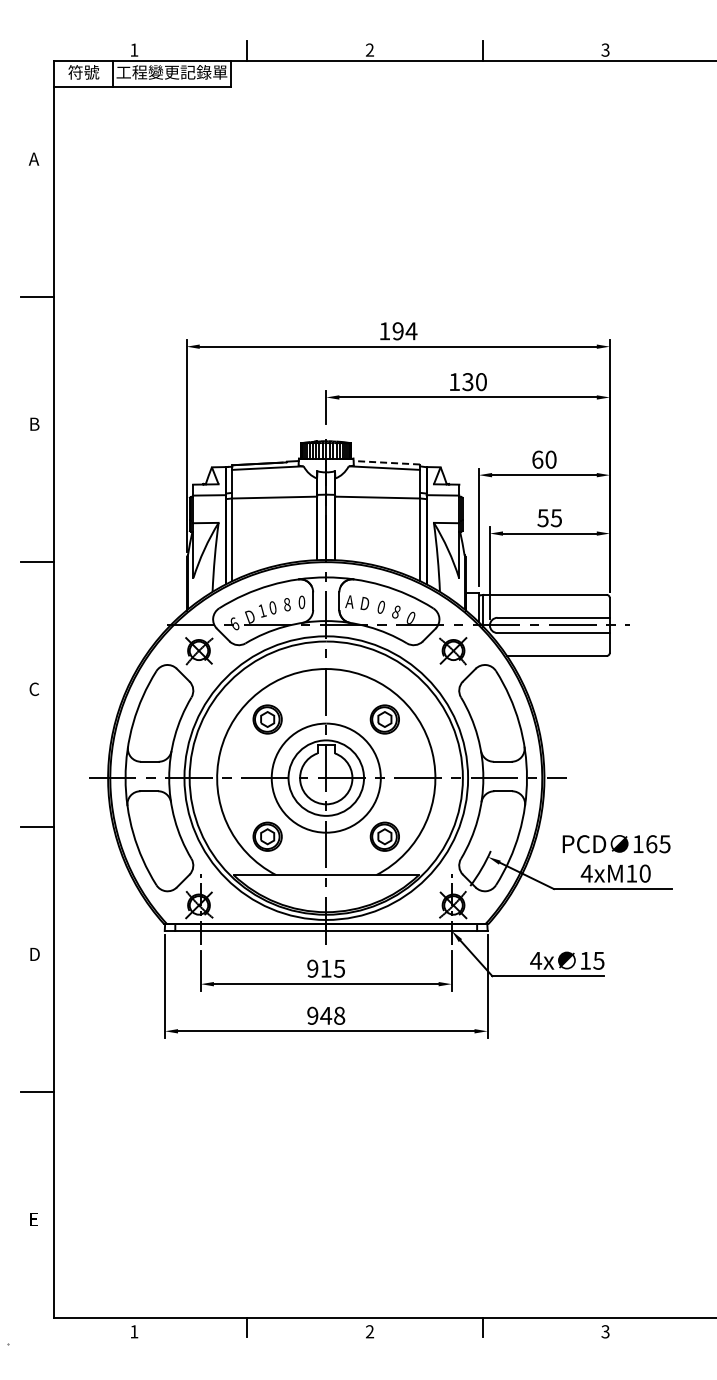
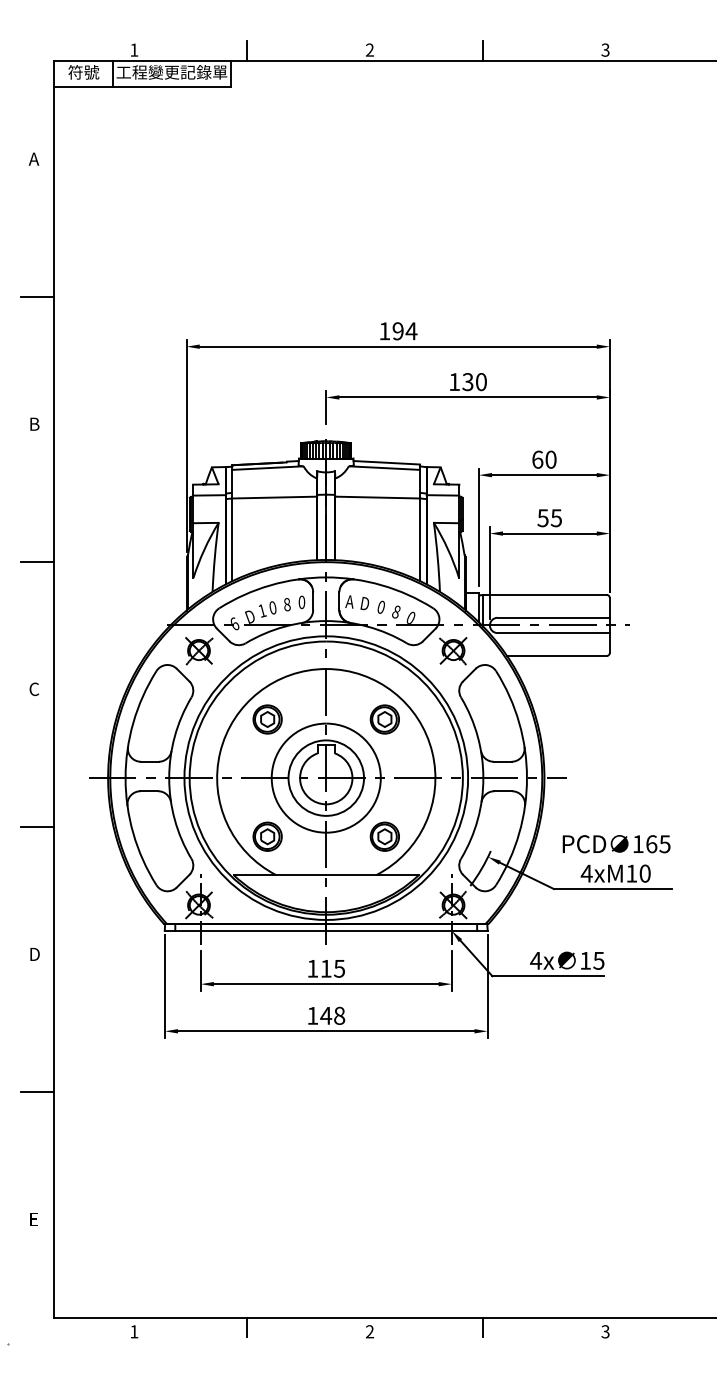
line at (386, 462): dashed -> solid
text at (312, 968): 915 -> 115
text at (312, 1015): 948 -> 148
